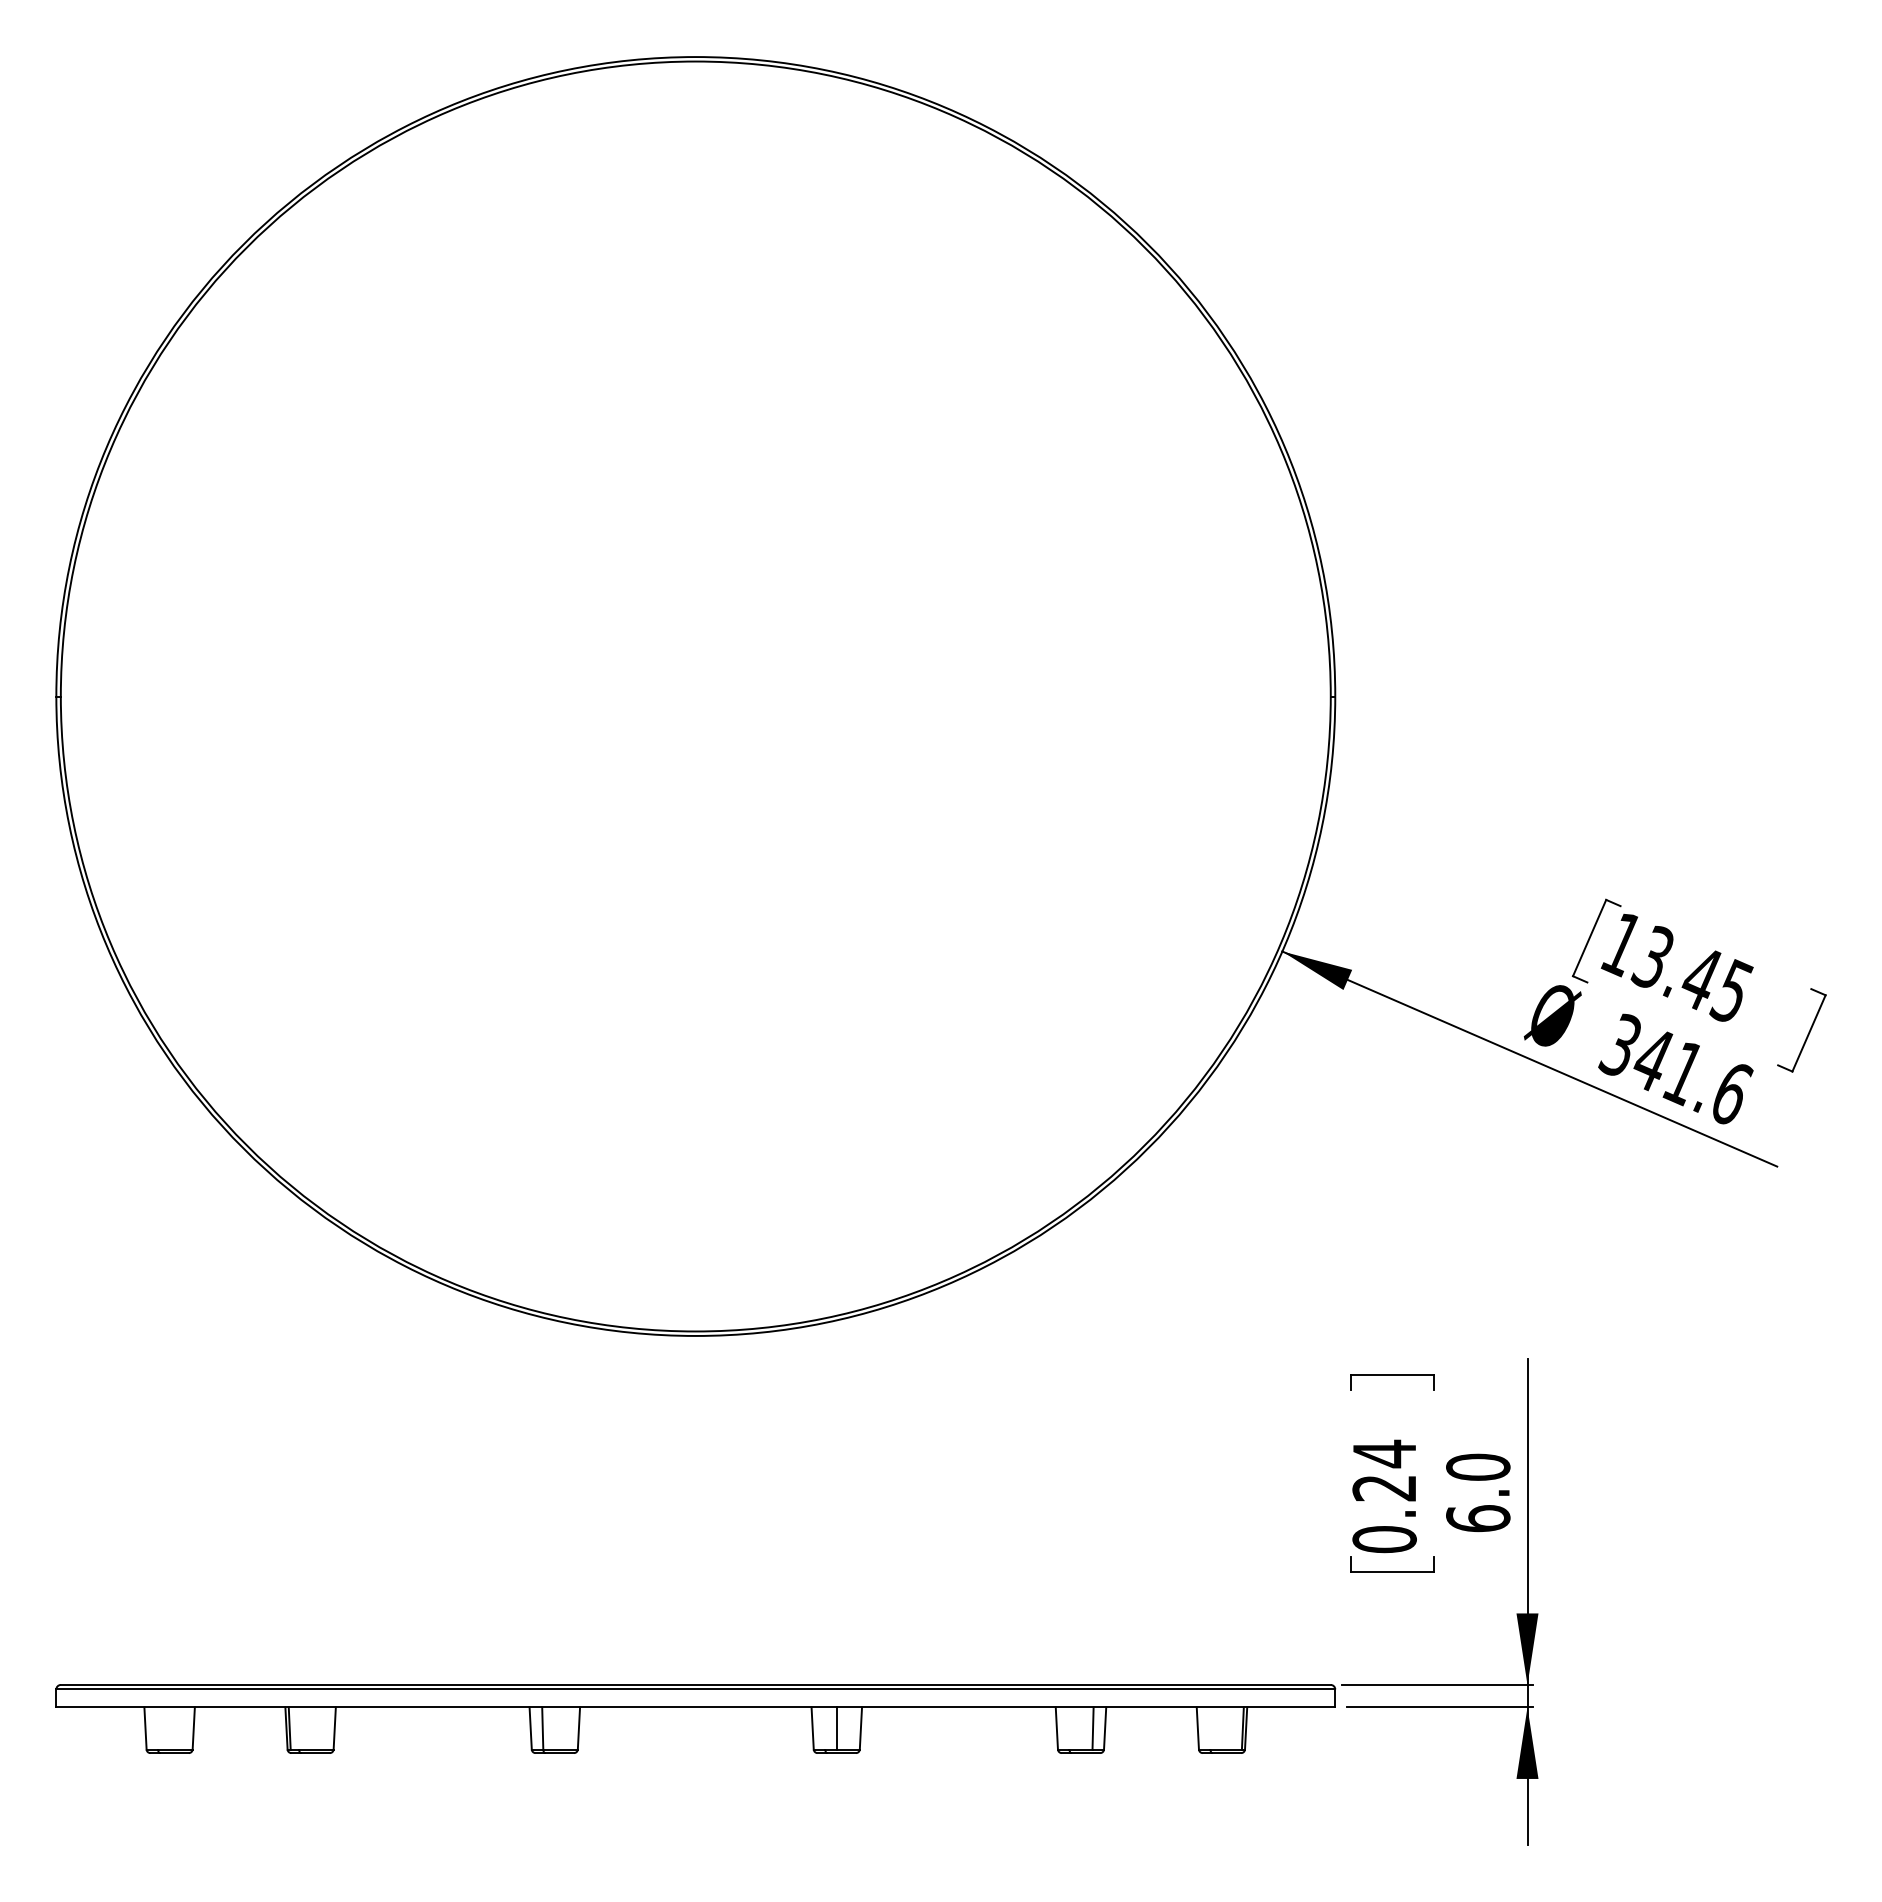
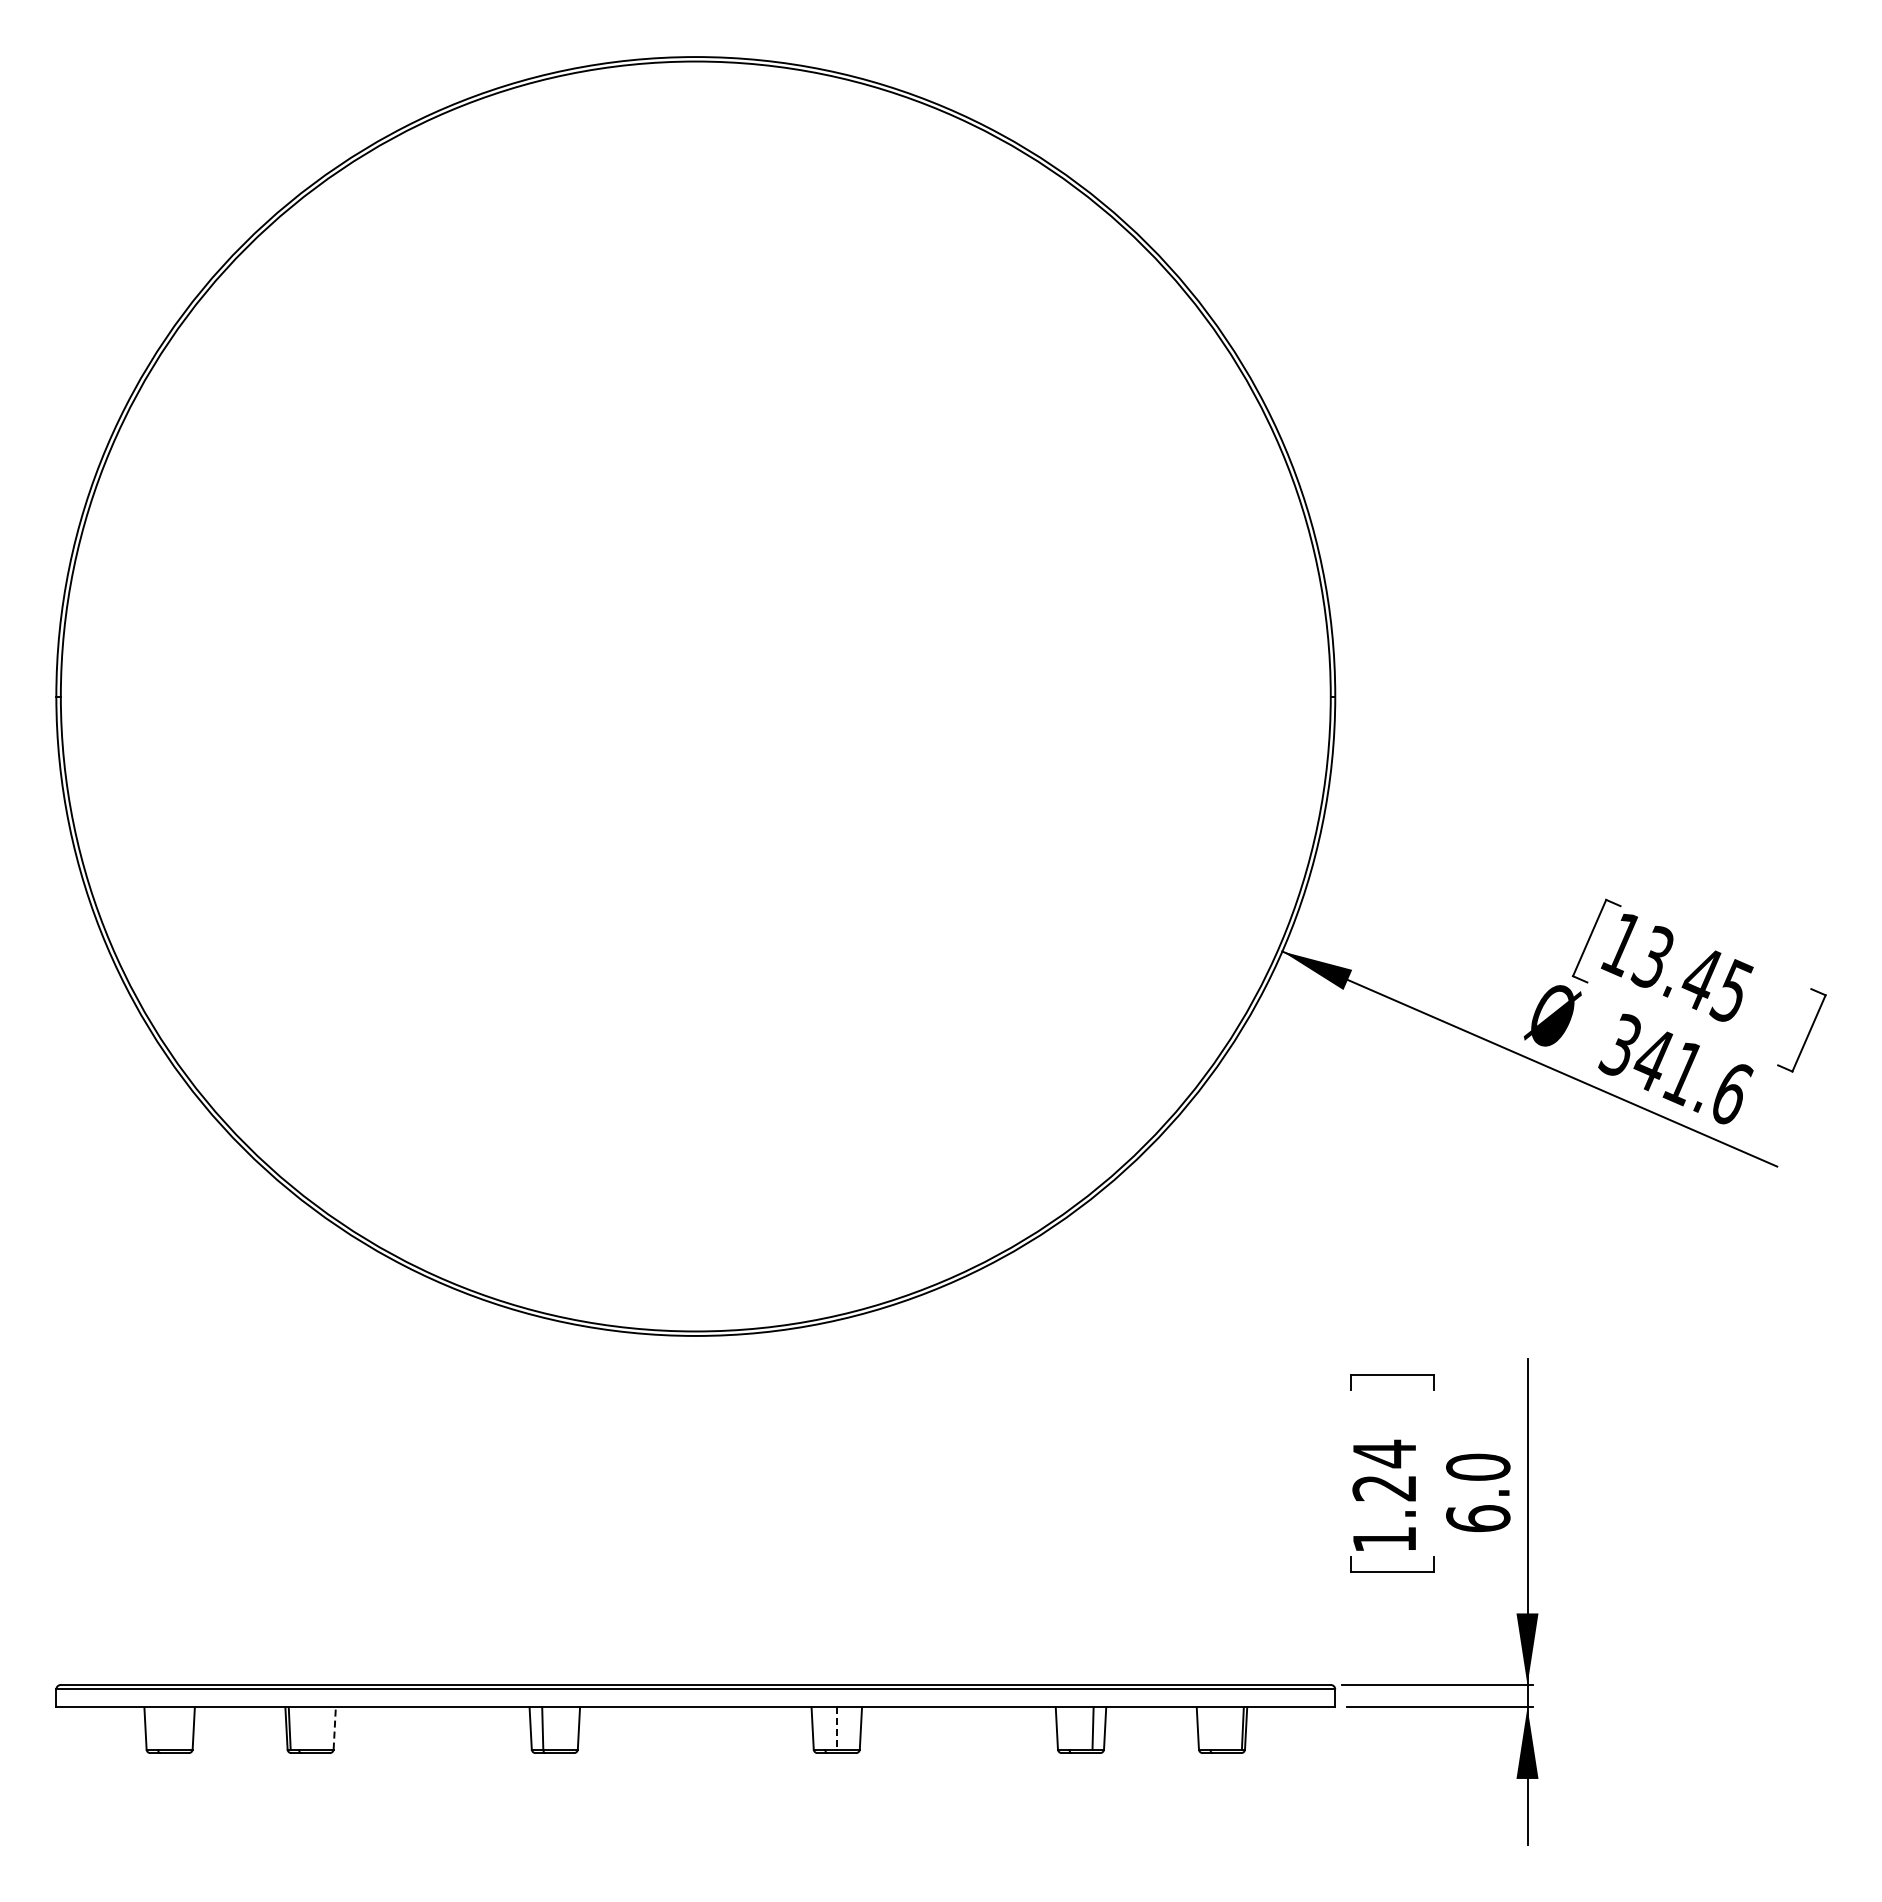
text at (1384, 1539): 0.24 -> 1.24
line at (334, 1727): solid -> dashed
line at (836, 1728): solid -> dashed
